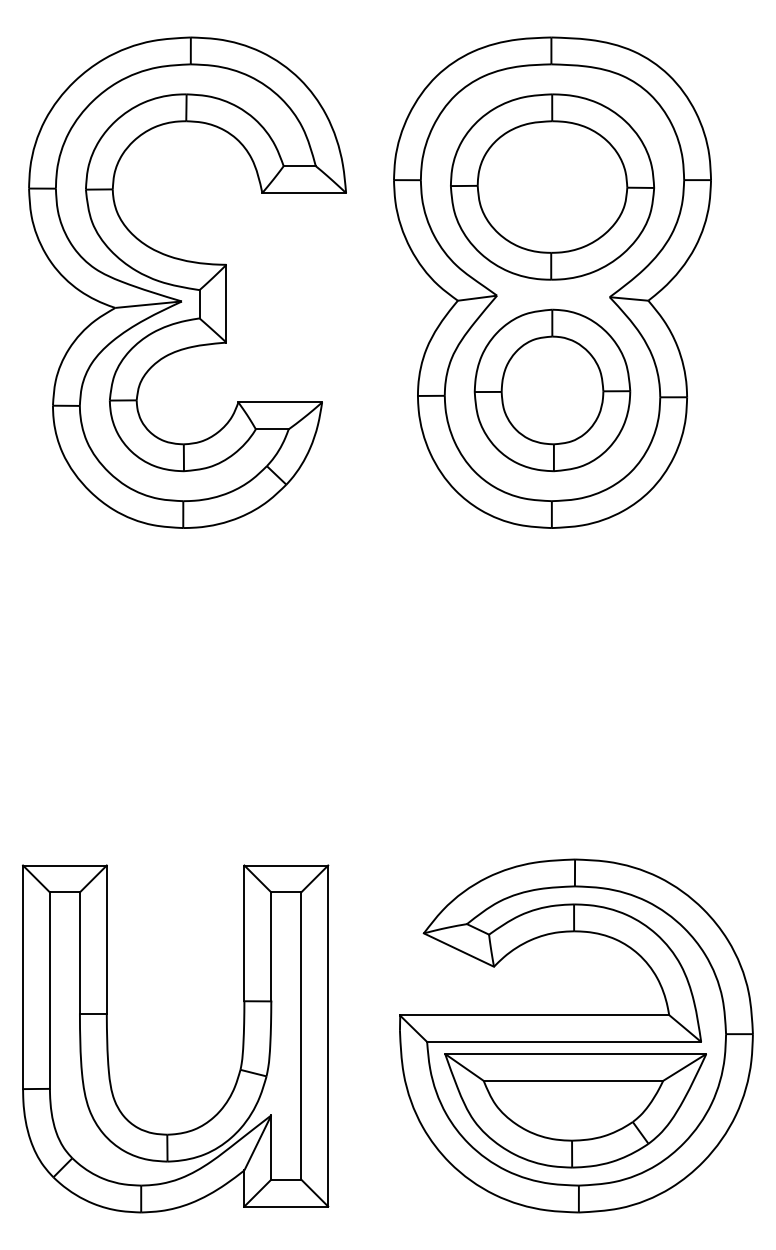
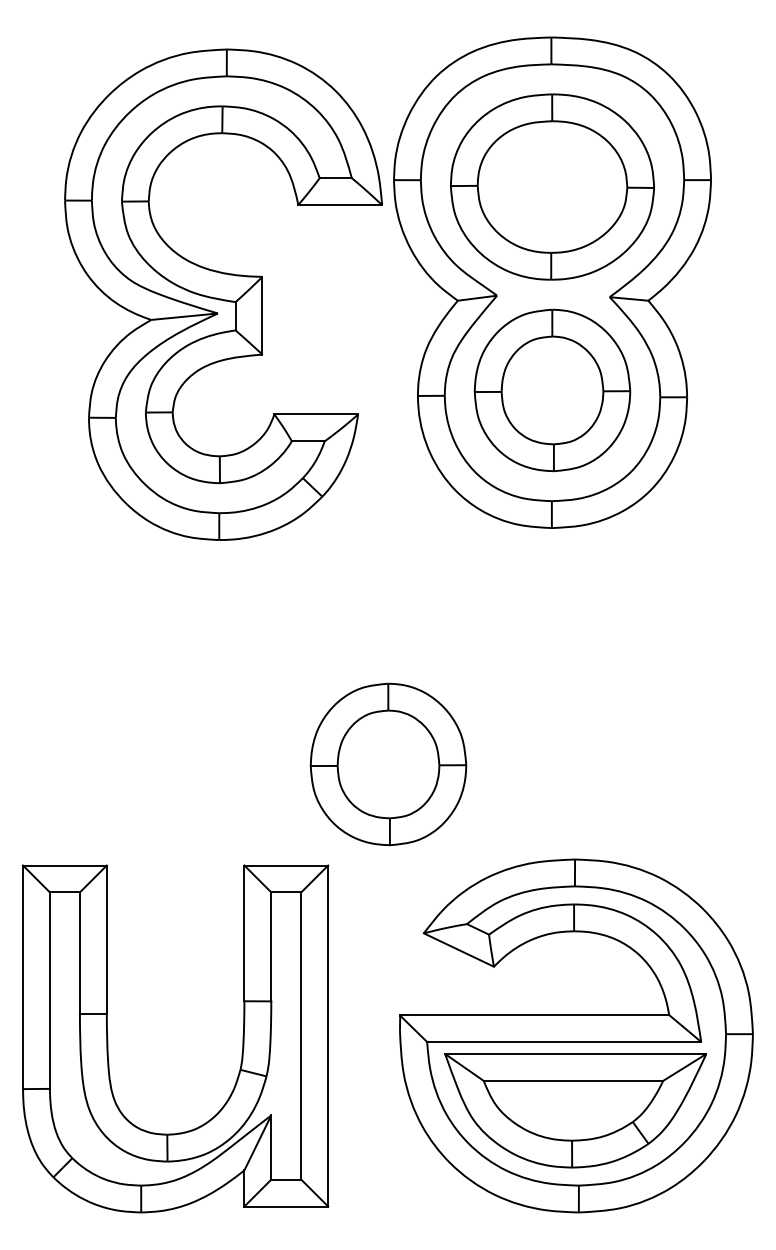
part at (187, 282) position: (187, 282) -> (223, 294)
part at (388, 764): none -> present
